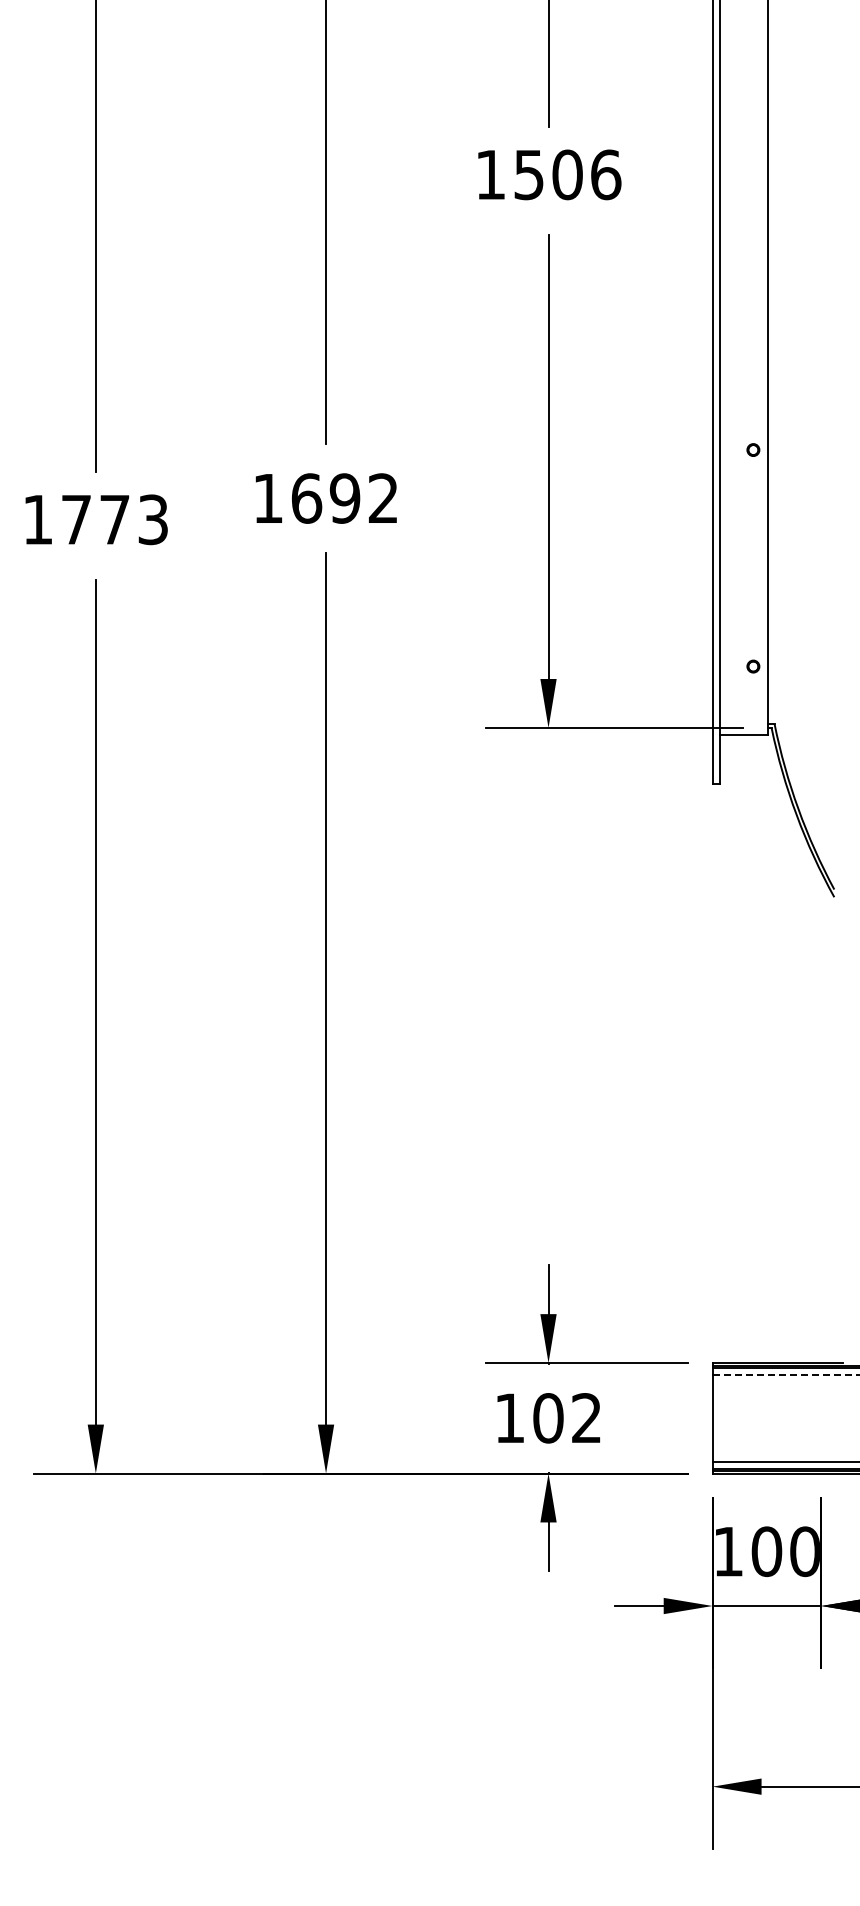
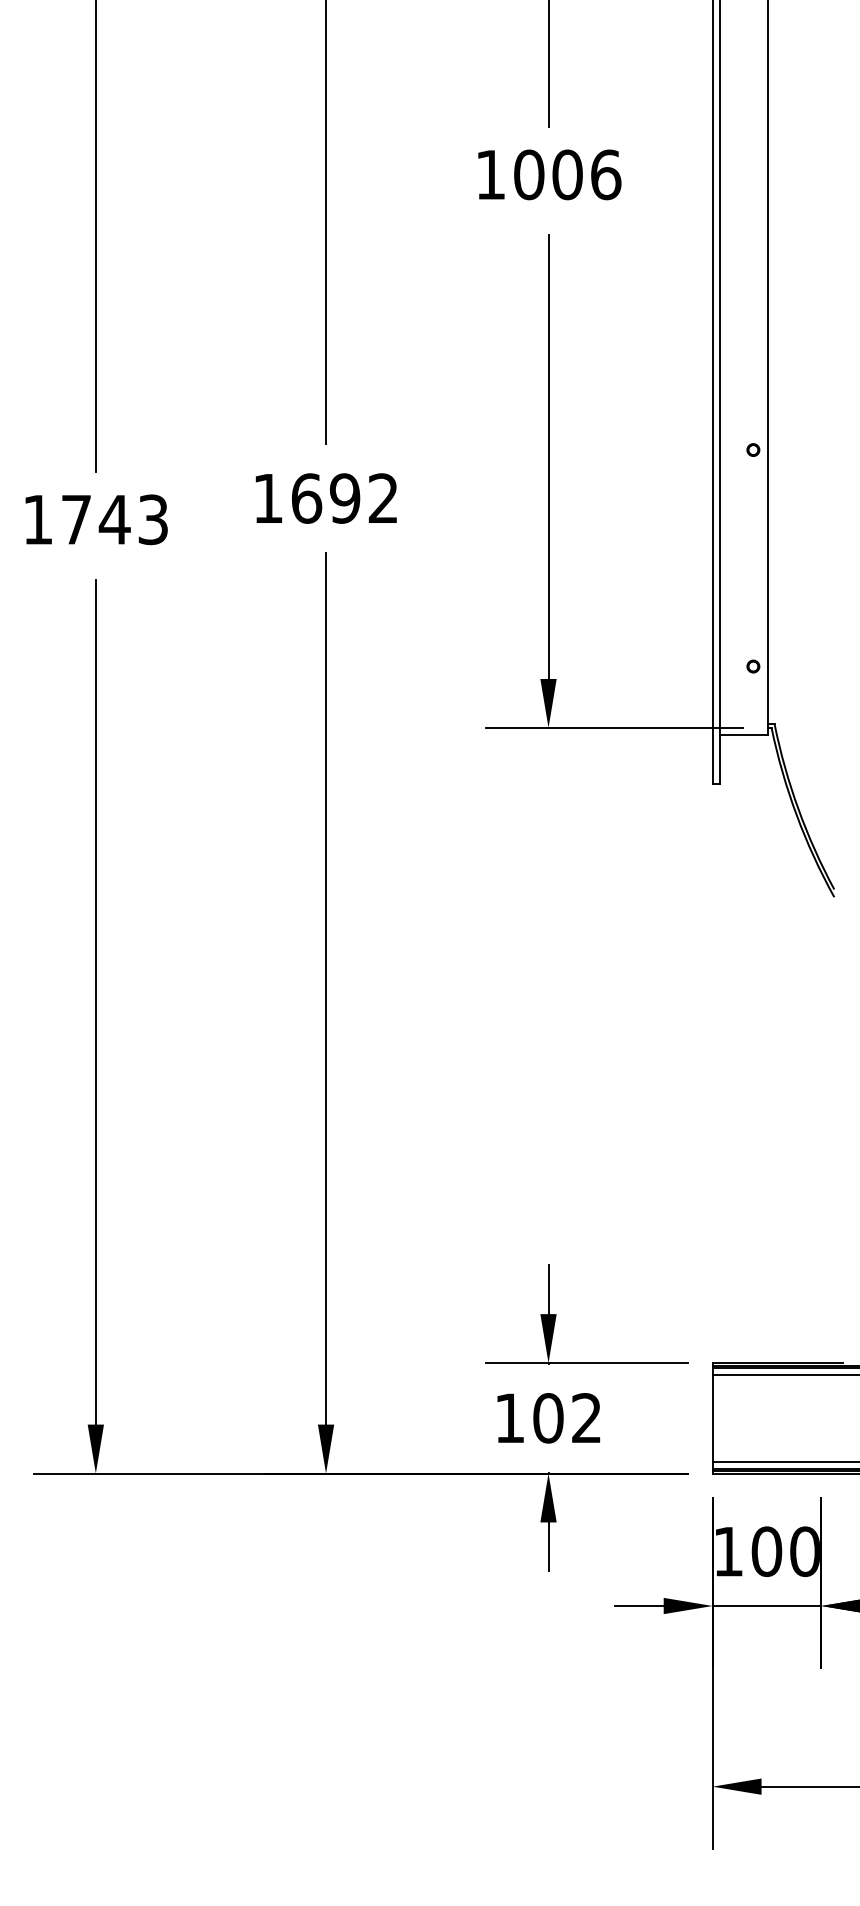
text at (529, 174): 1506 -> 1006
text at (114, 519): 1773 -> 1743
line at (786, 1374): dashed -> solid
